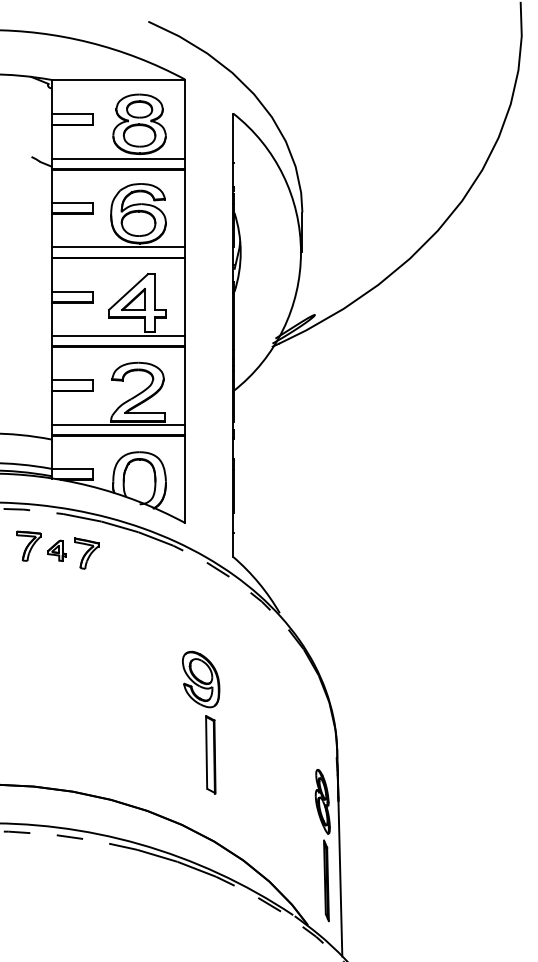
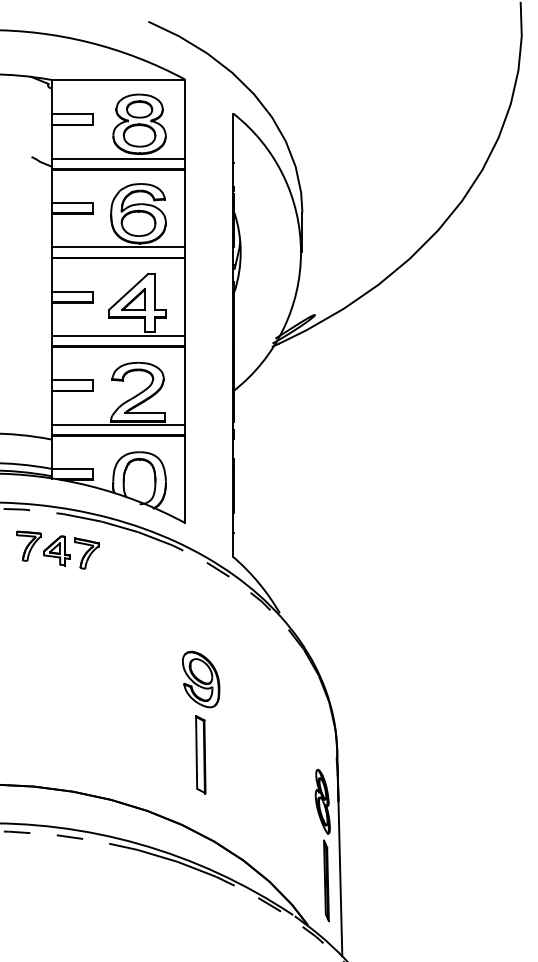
part at (56, 550) size: 20x23 px -> 28x32 px
part at (210, 754) position: (210, 754) -> (200, 754)
